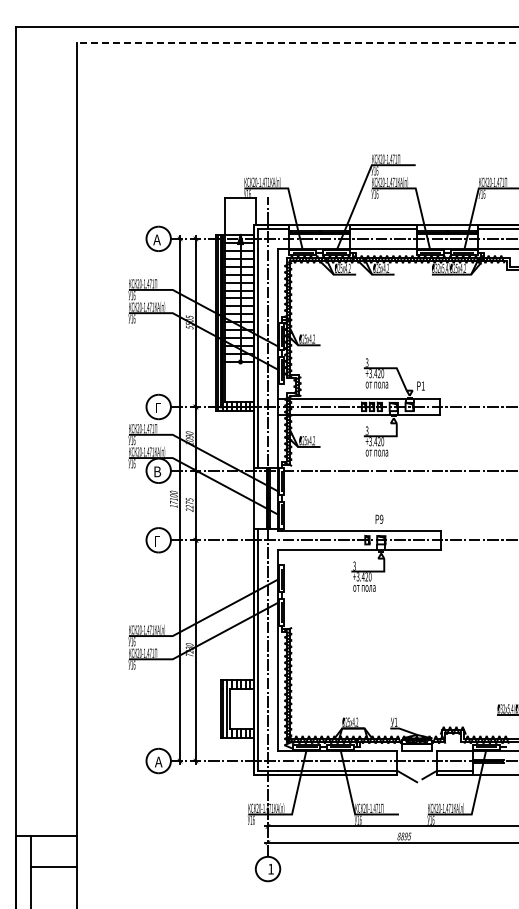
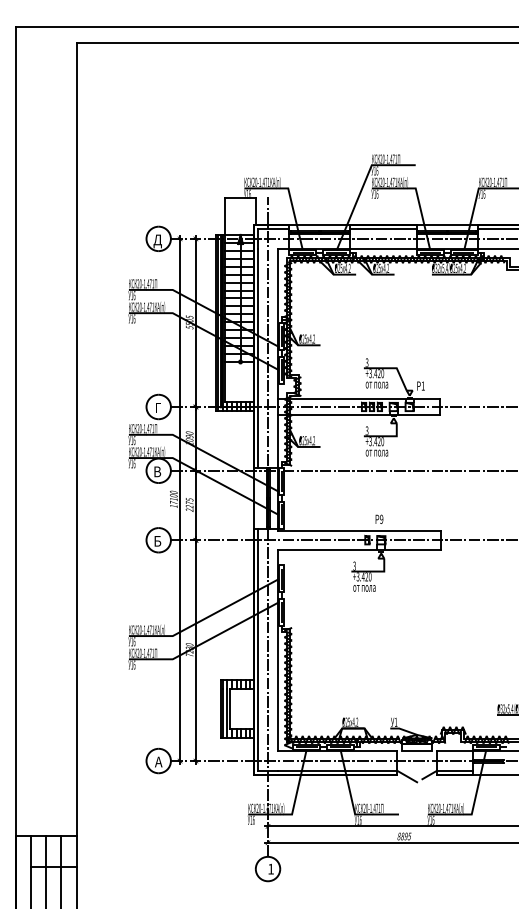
line at (297, 42): dashed -> solid
text at (157, 241): А -> Д
text at (157, 541): Г -> Б
line at (46, 870): none -> present
line at (61, 870): none -> present
